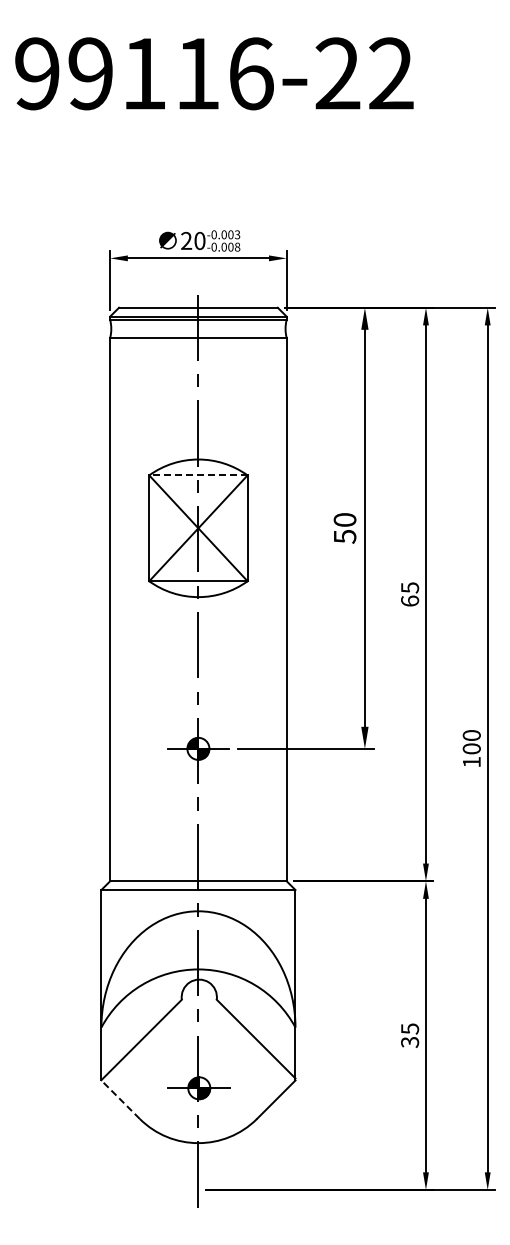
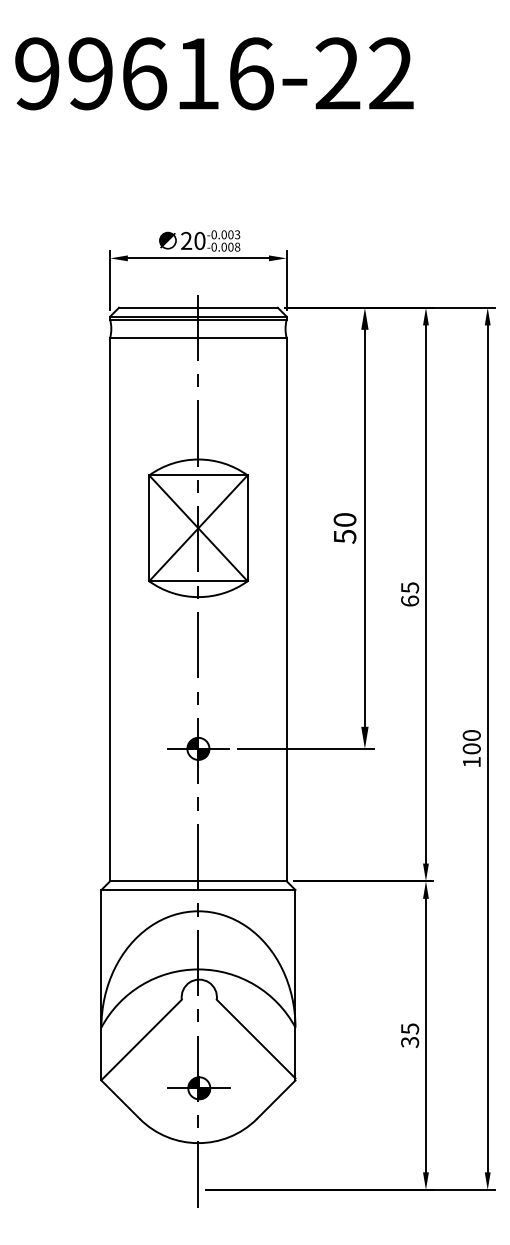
text at (145, 73): 99116-22 -> 99616-22
line at (197, 475): dashed -> solid
line at (120, 1099): dashed -> solid
